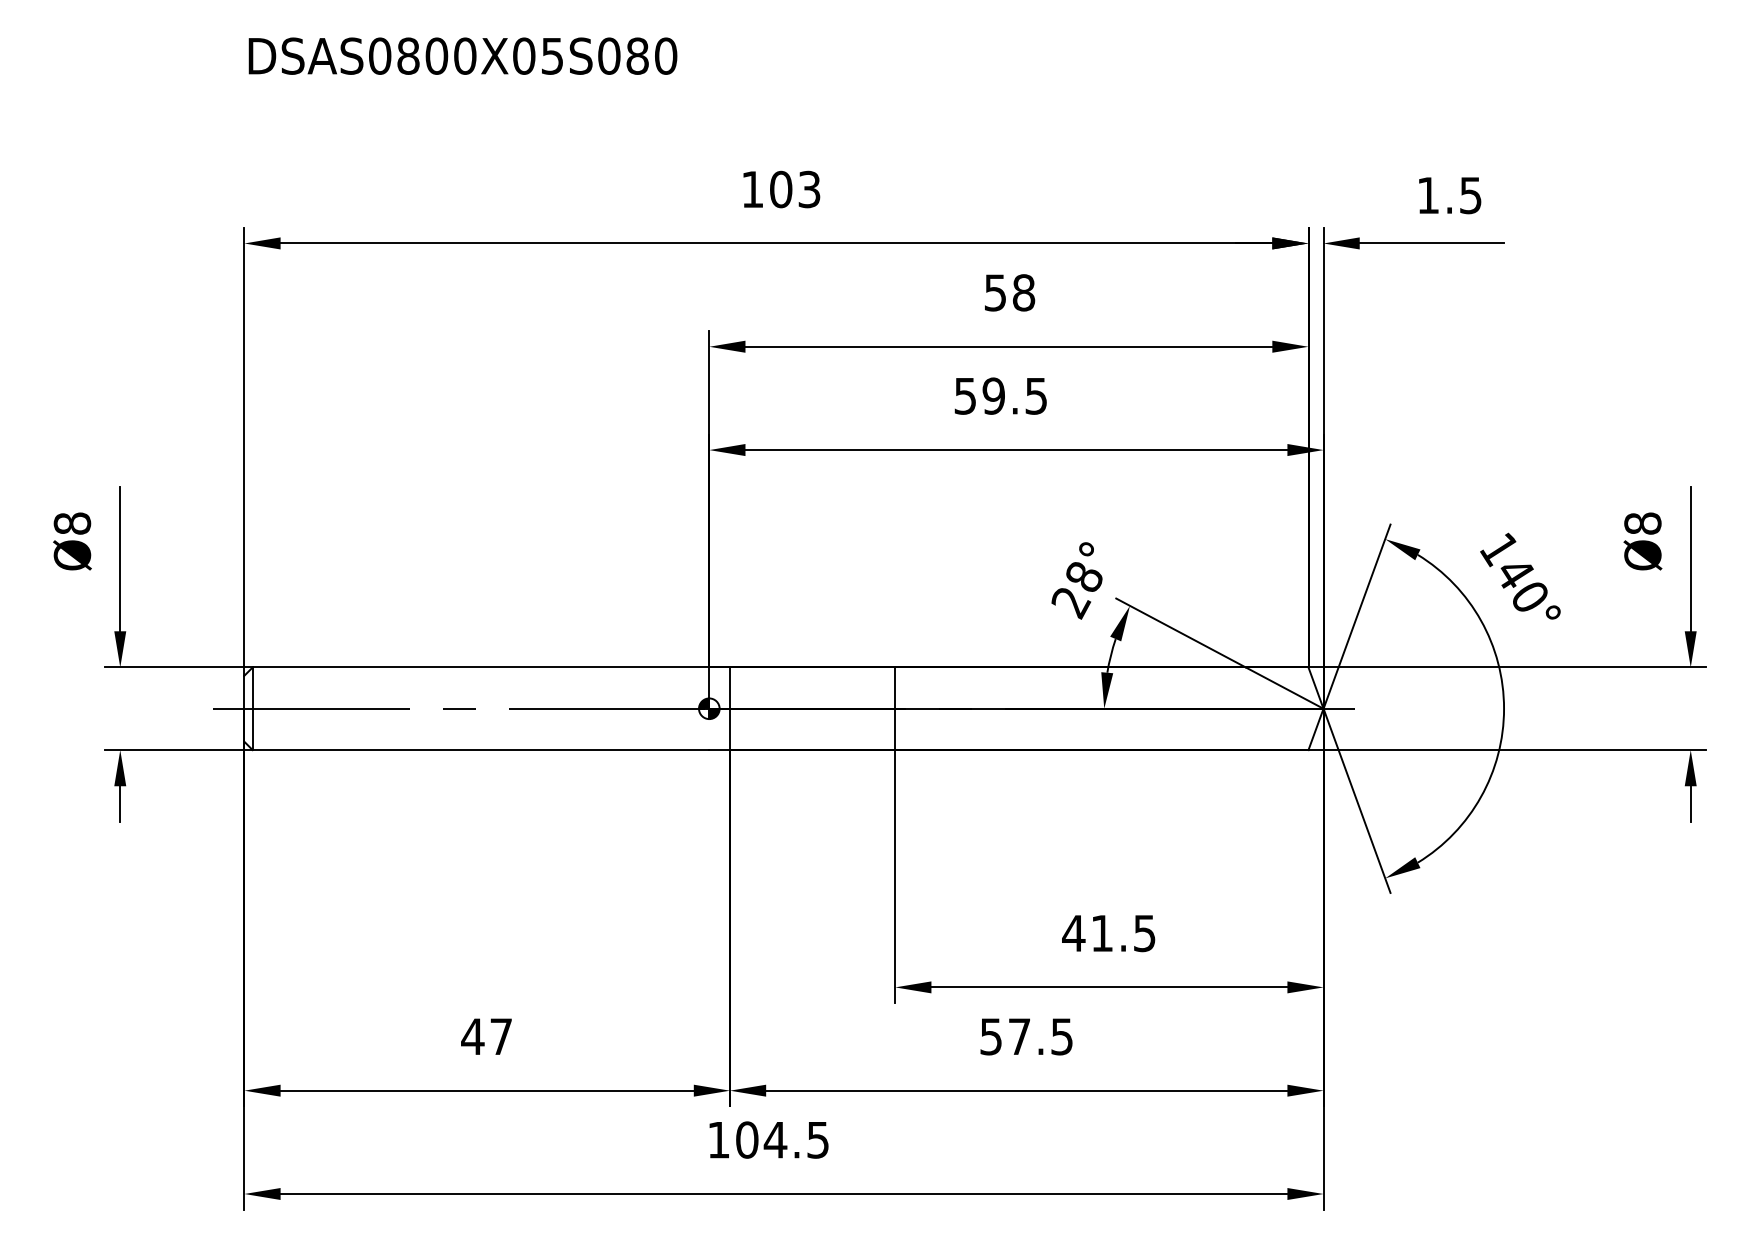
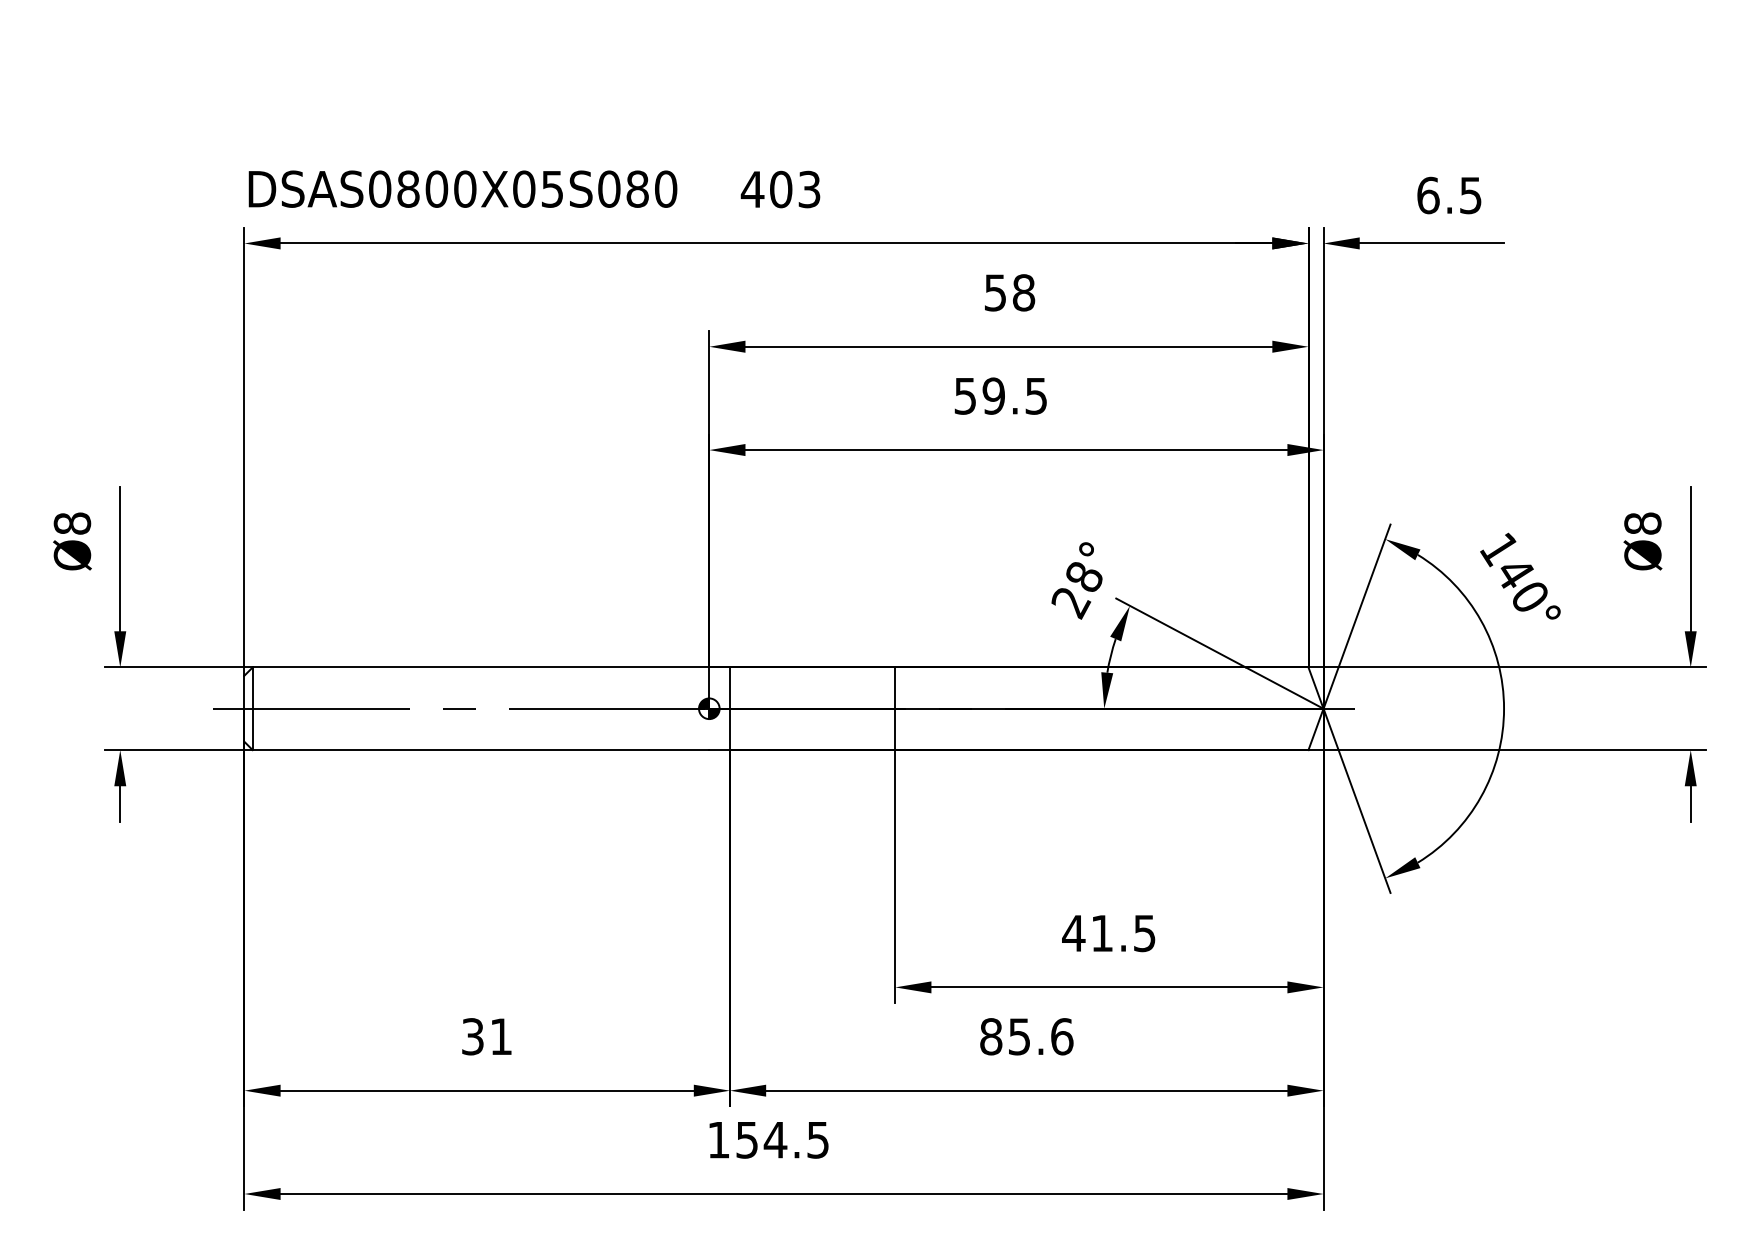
text at (462, 55) position: (462, 55) -> (462, 188)
text at (752, 189): 103 -> 403
text at (1428, 195): 1.5 -> 6.5
text at (486, 1036): 47 -> 31
text at (1026, 1036): 57.5 -> 85.6
text at (747, 1139): 104.5 -> 154.5
